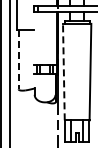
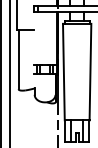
line at (18, 60): dashed -> solid
line at (63, 71): dashed -> solid
